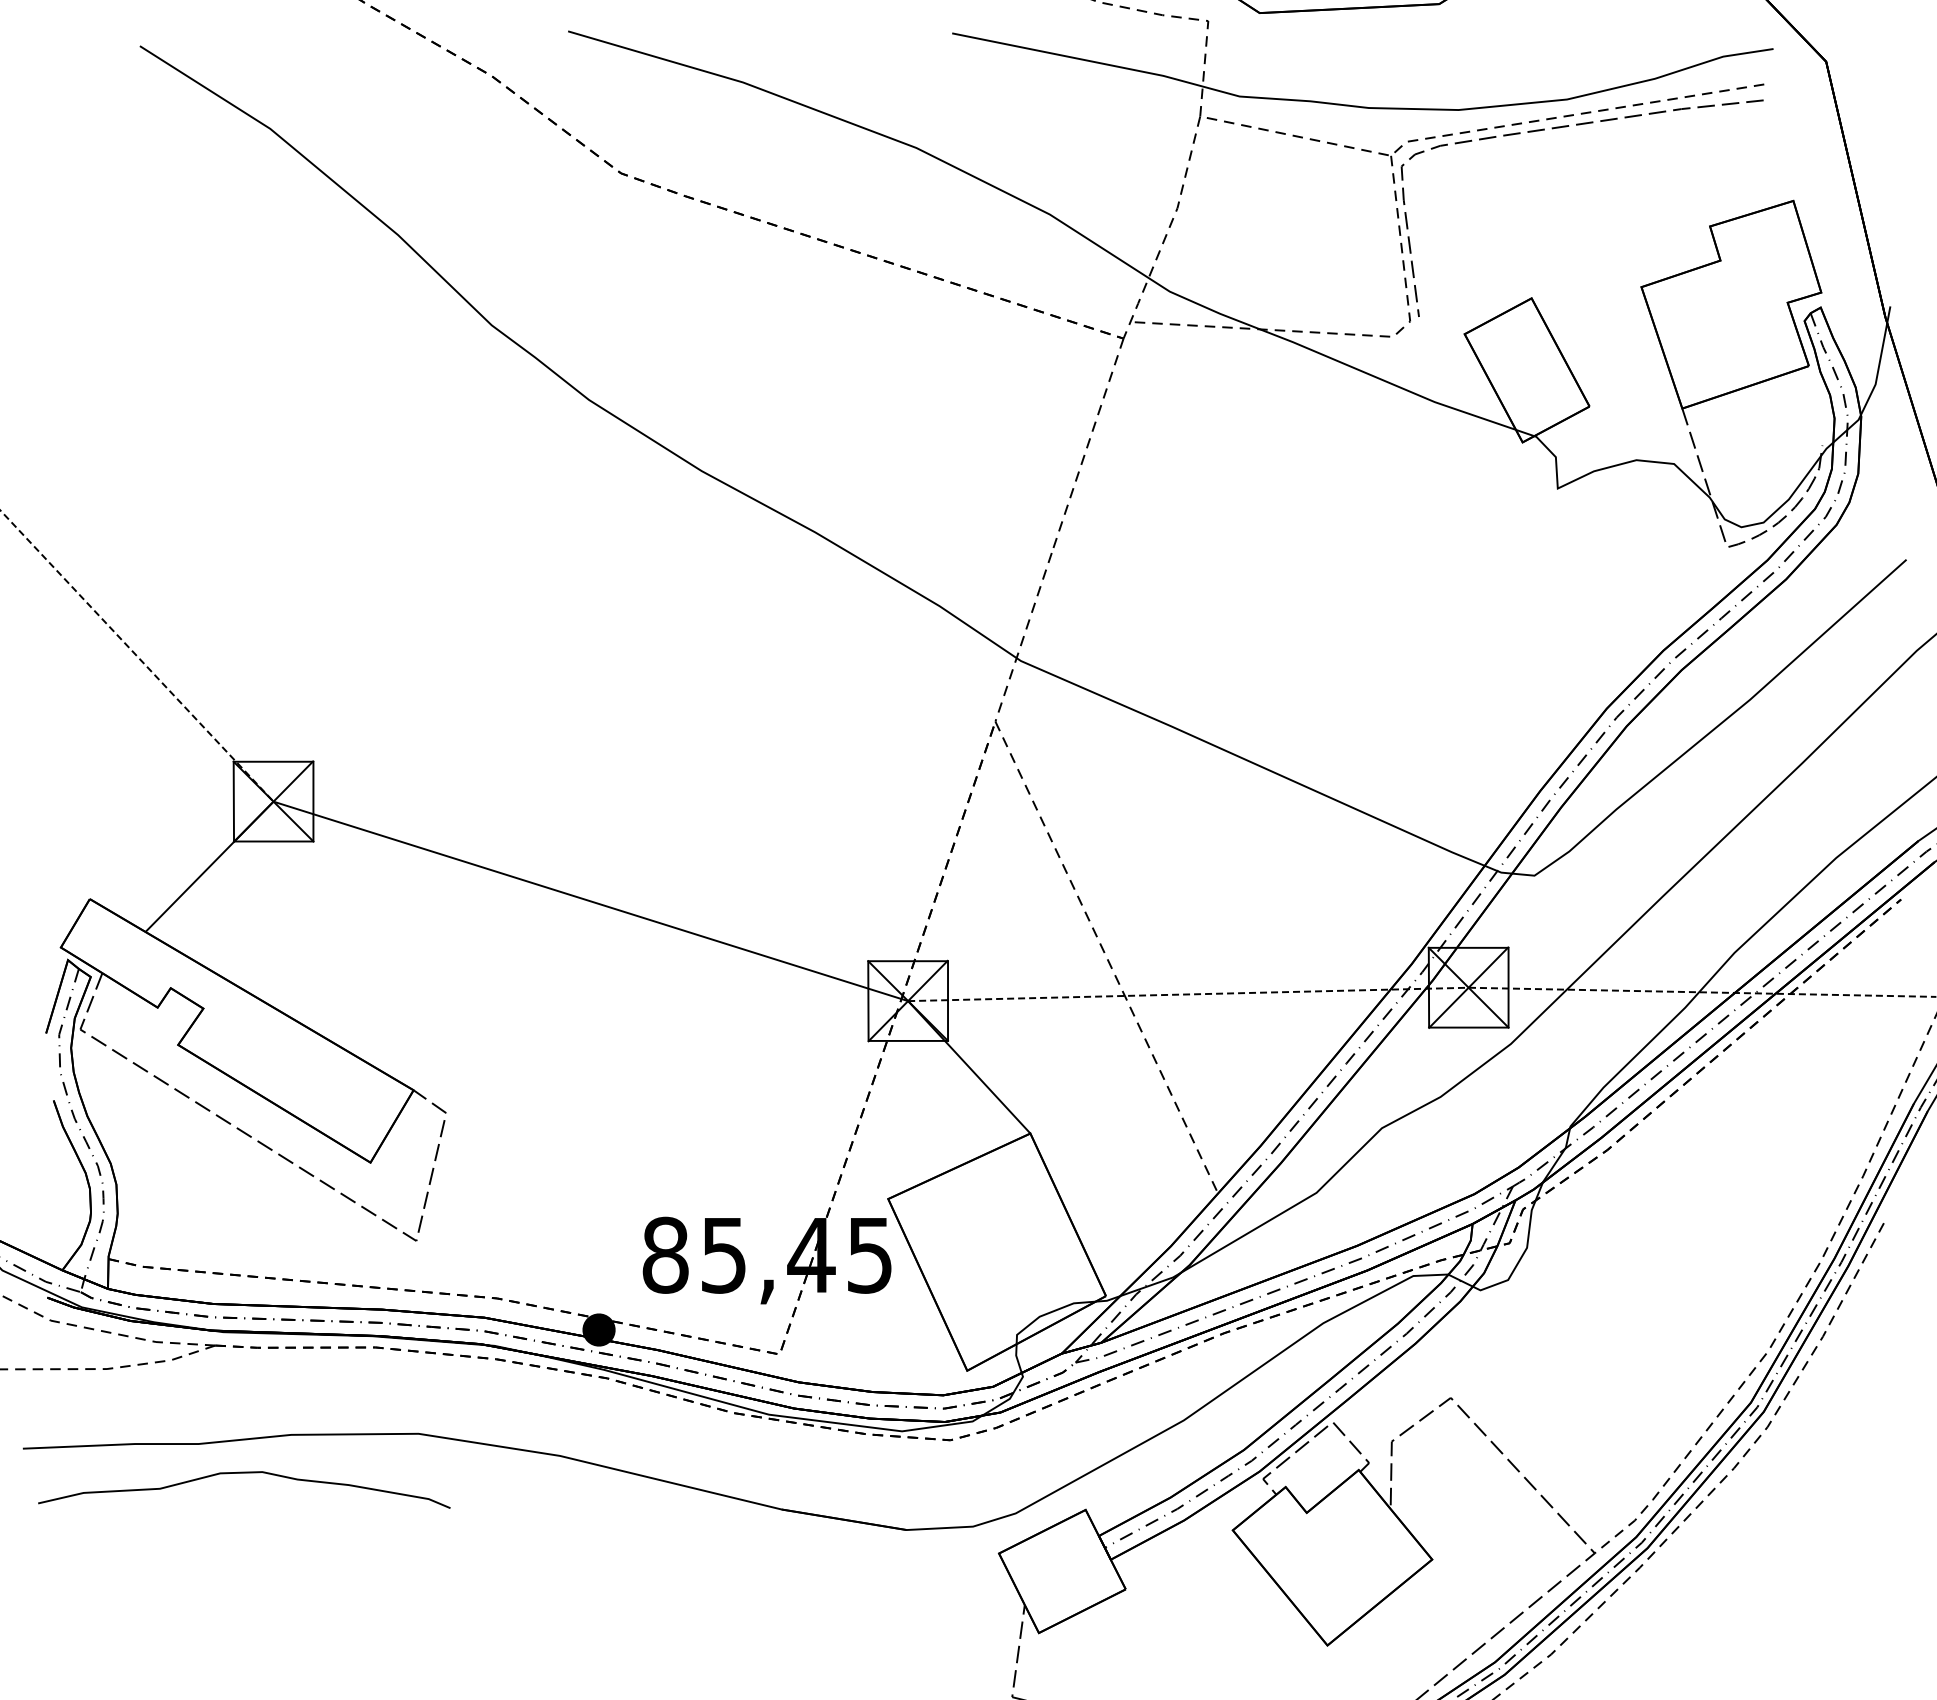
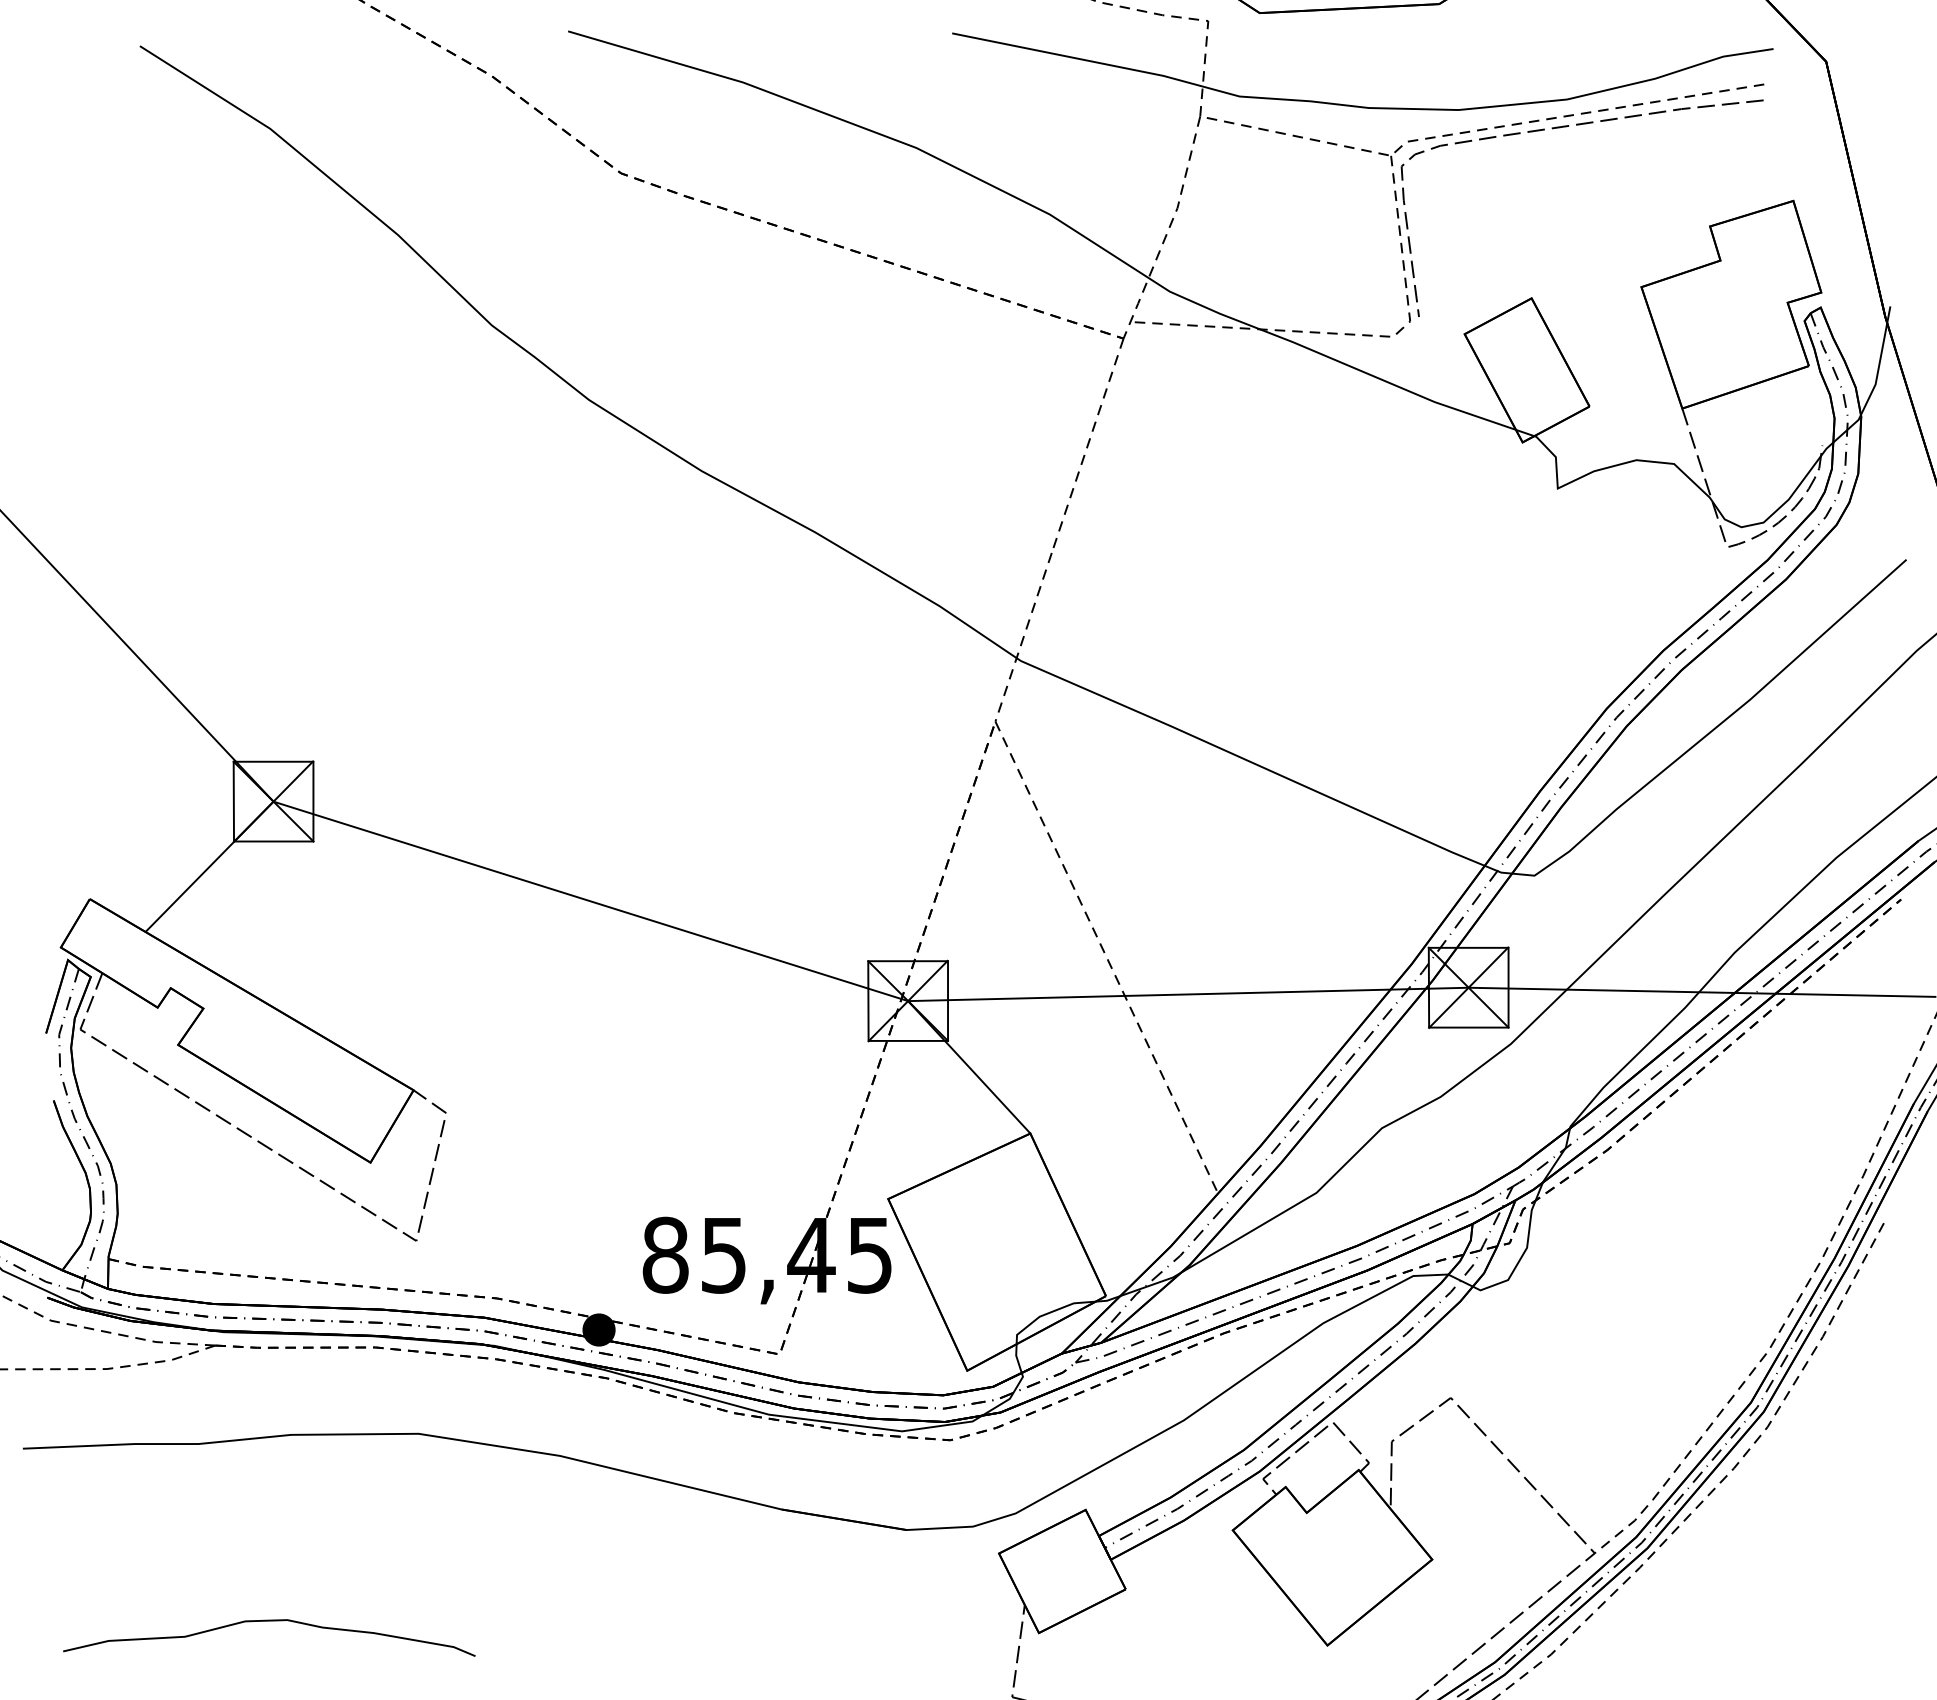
line at (137, 656): dashed -> solid
line at (1422, 988): dashed -> solid
curve at (244, 1473) position: (244, 1473) -> (269, 1621)
